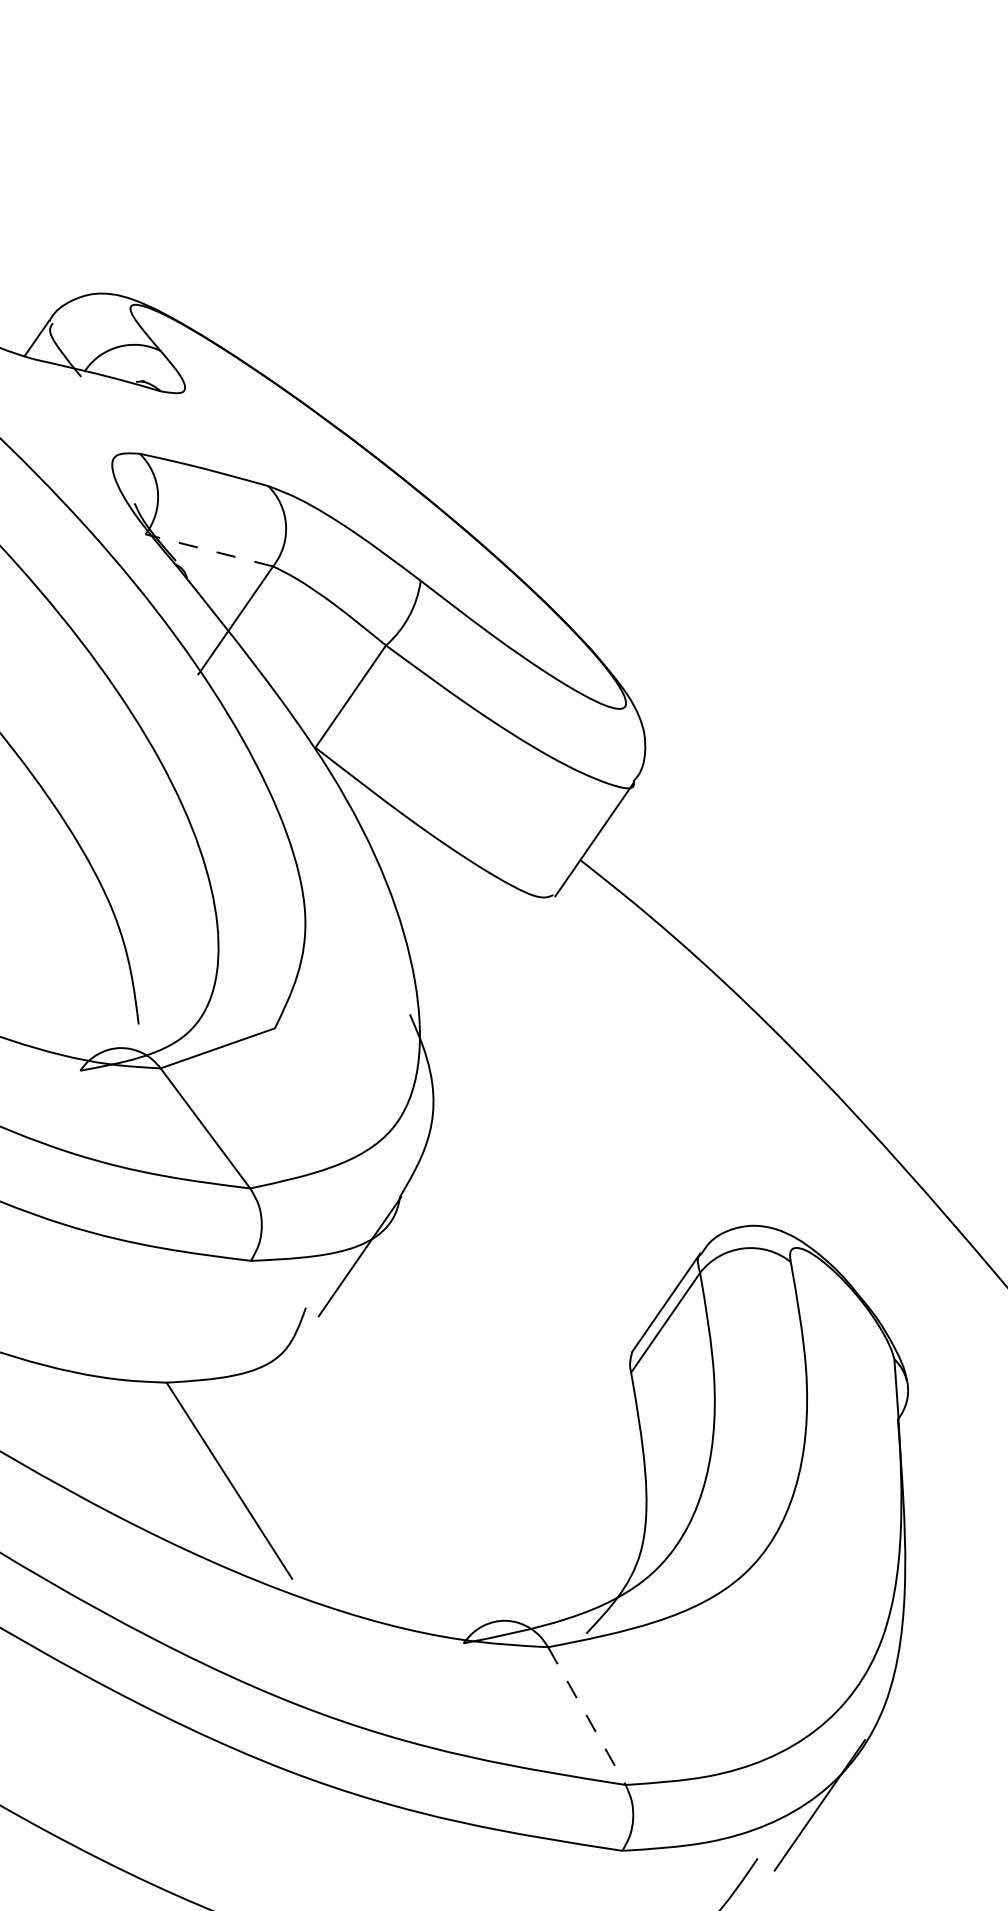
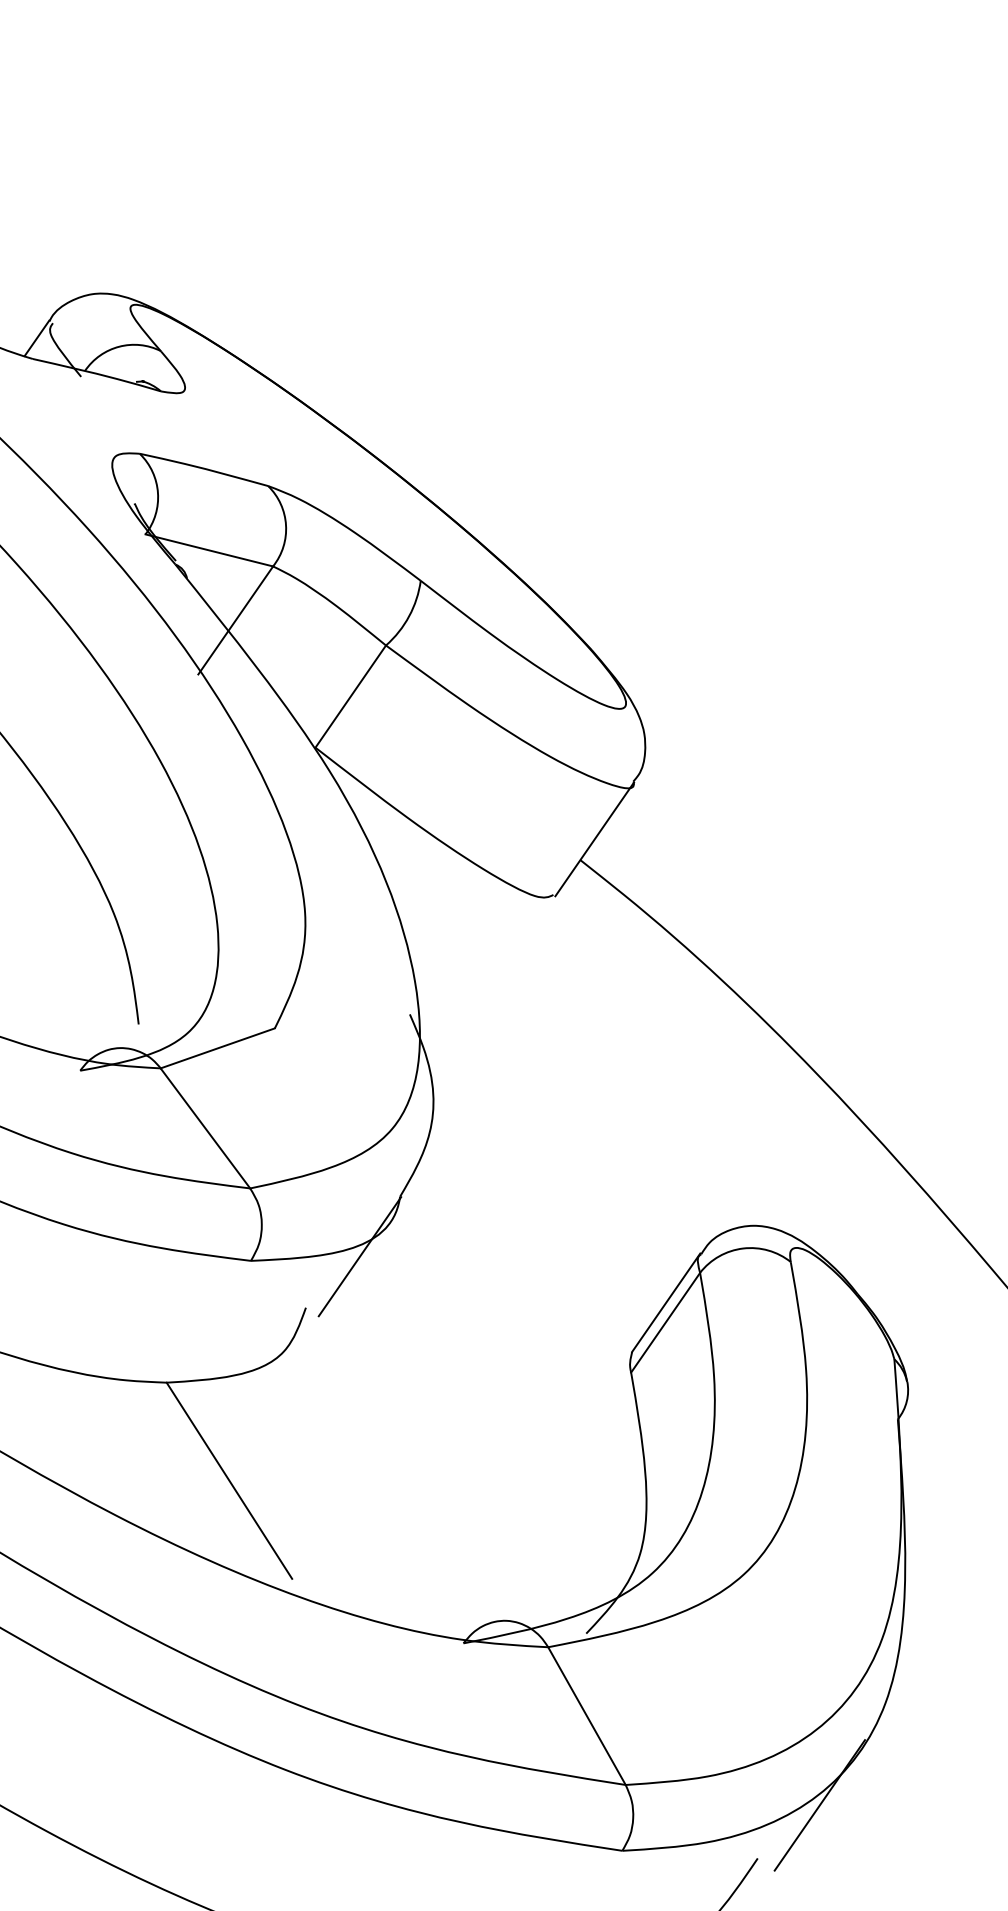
line at (209, 550): dashed -> solid
line at (587, 1716): dashed -> solid
